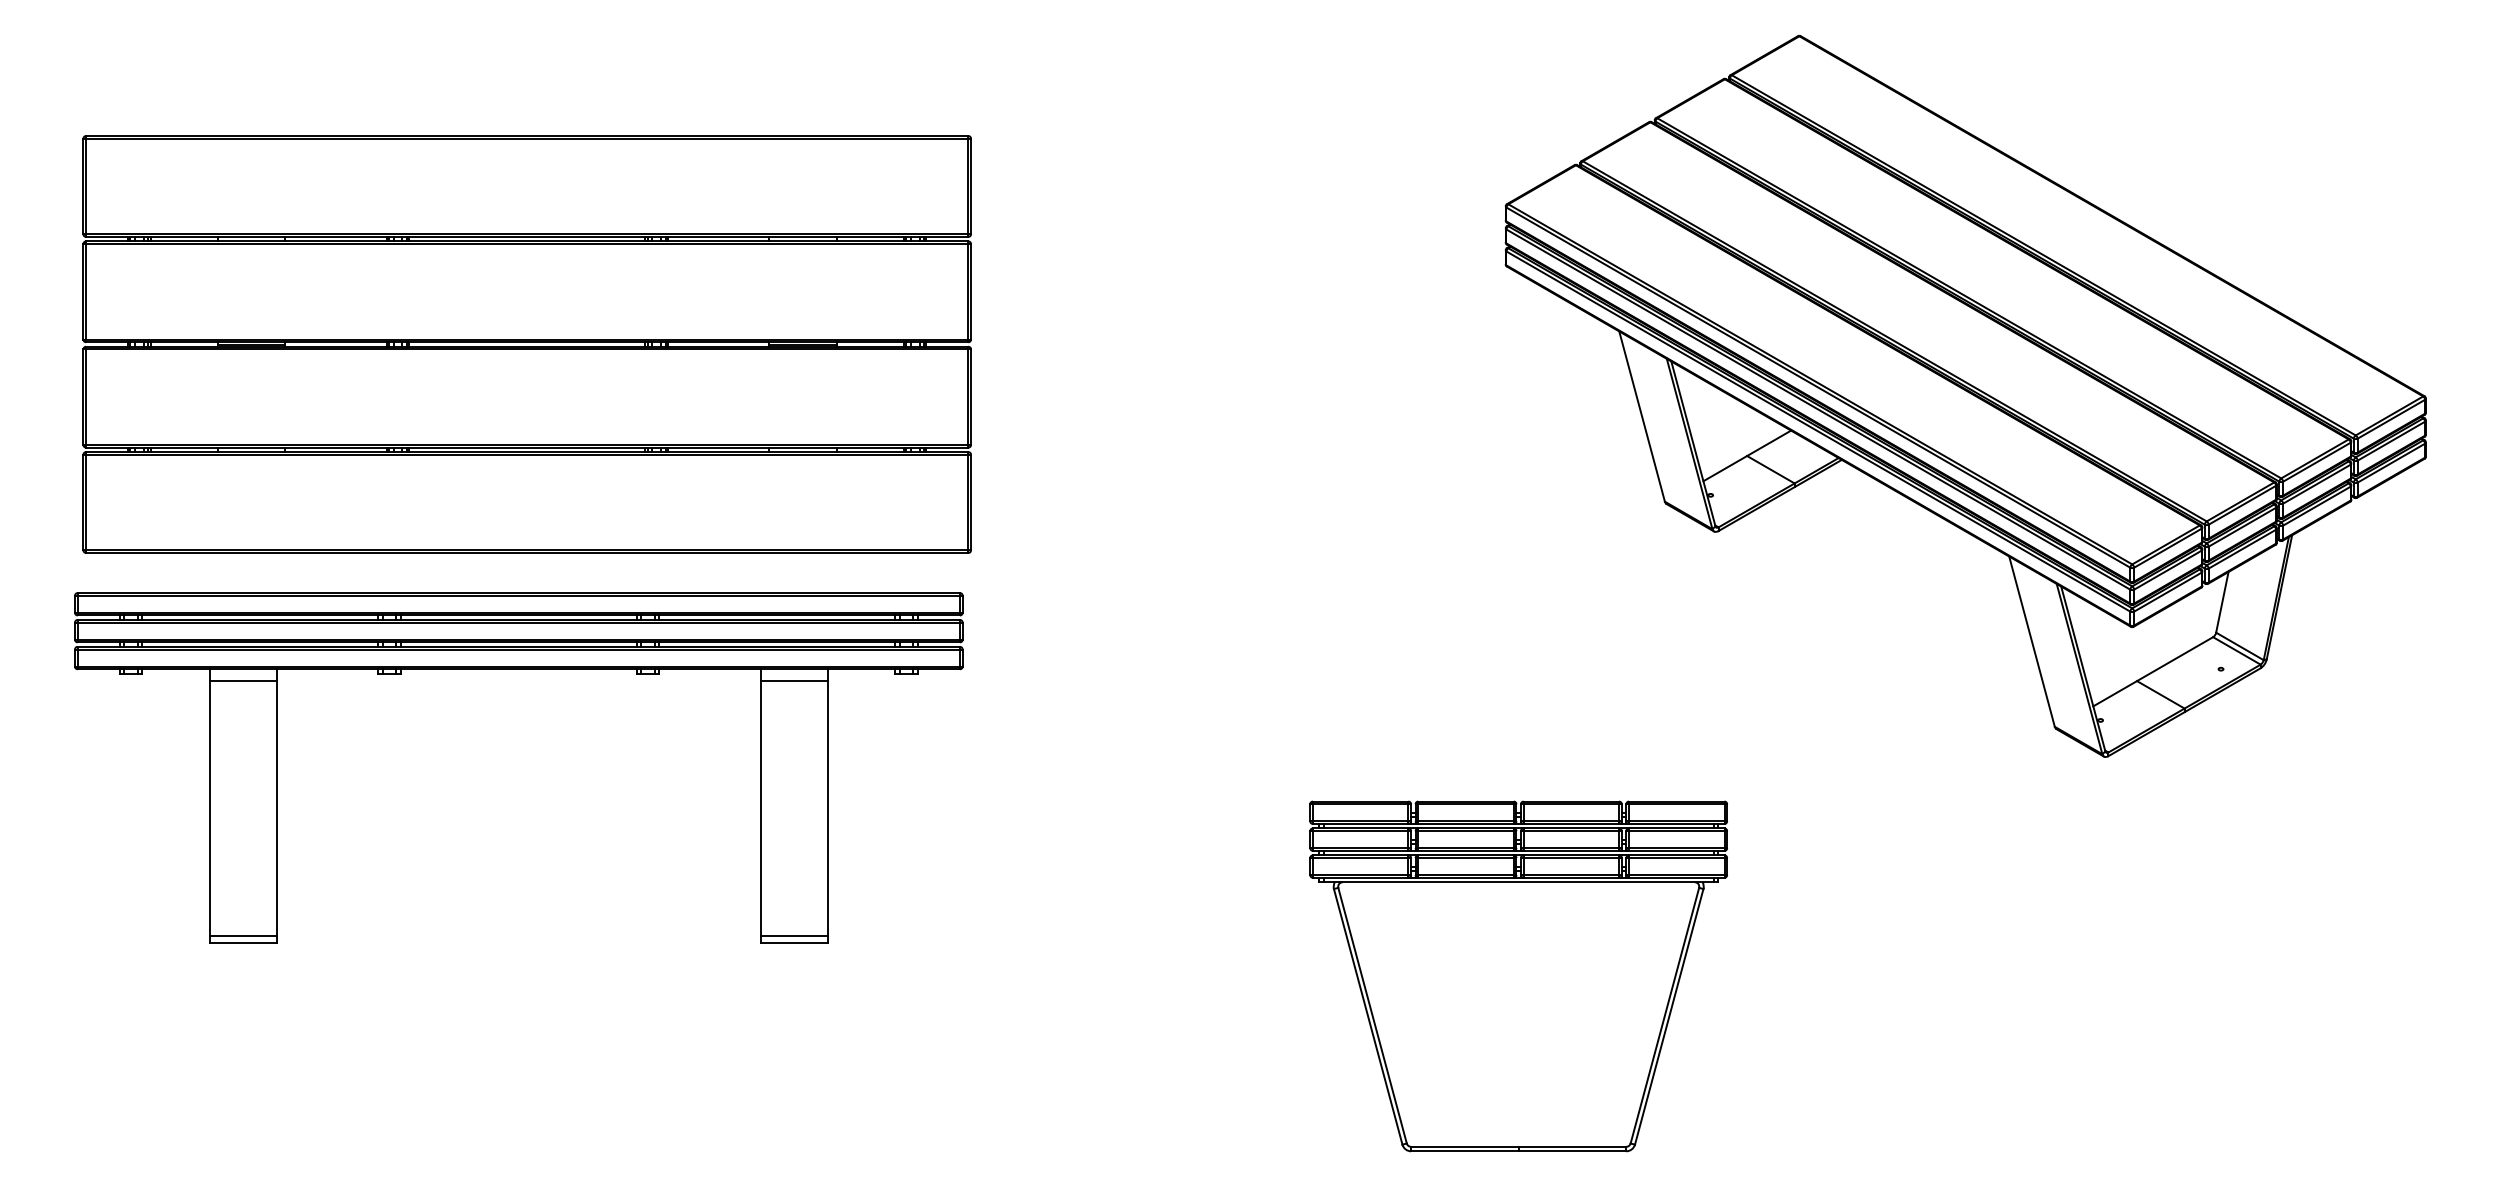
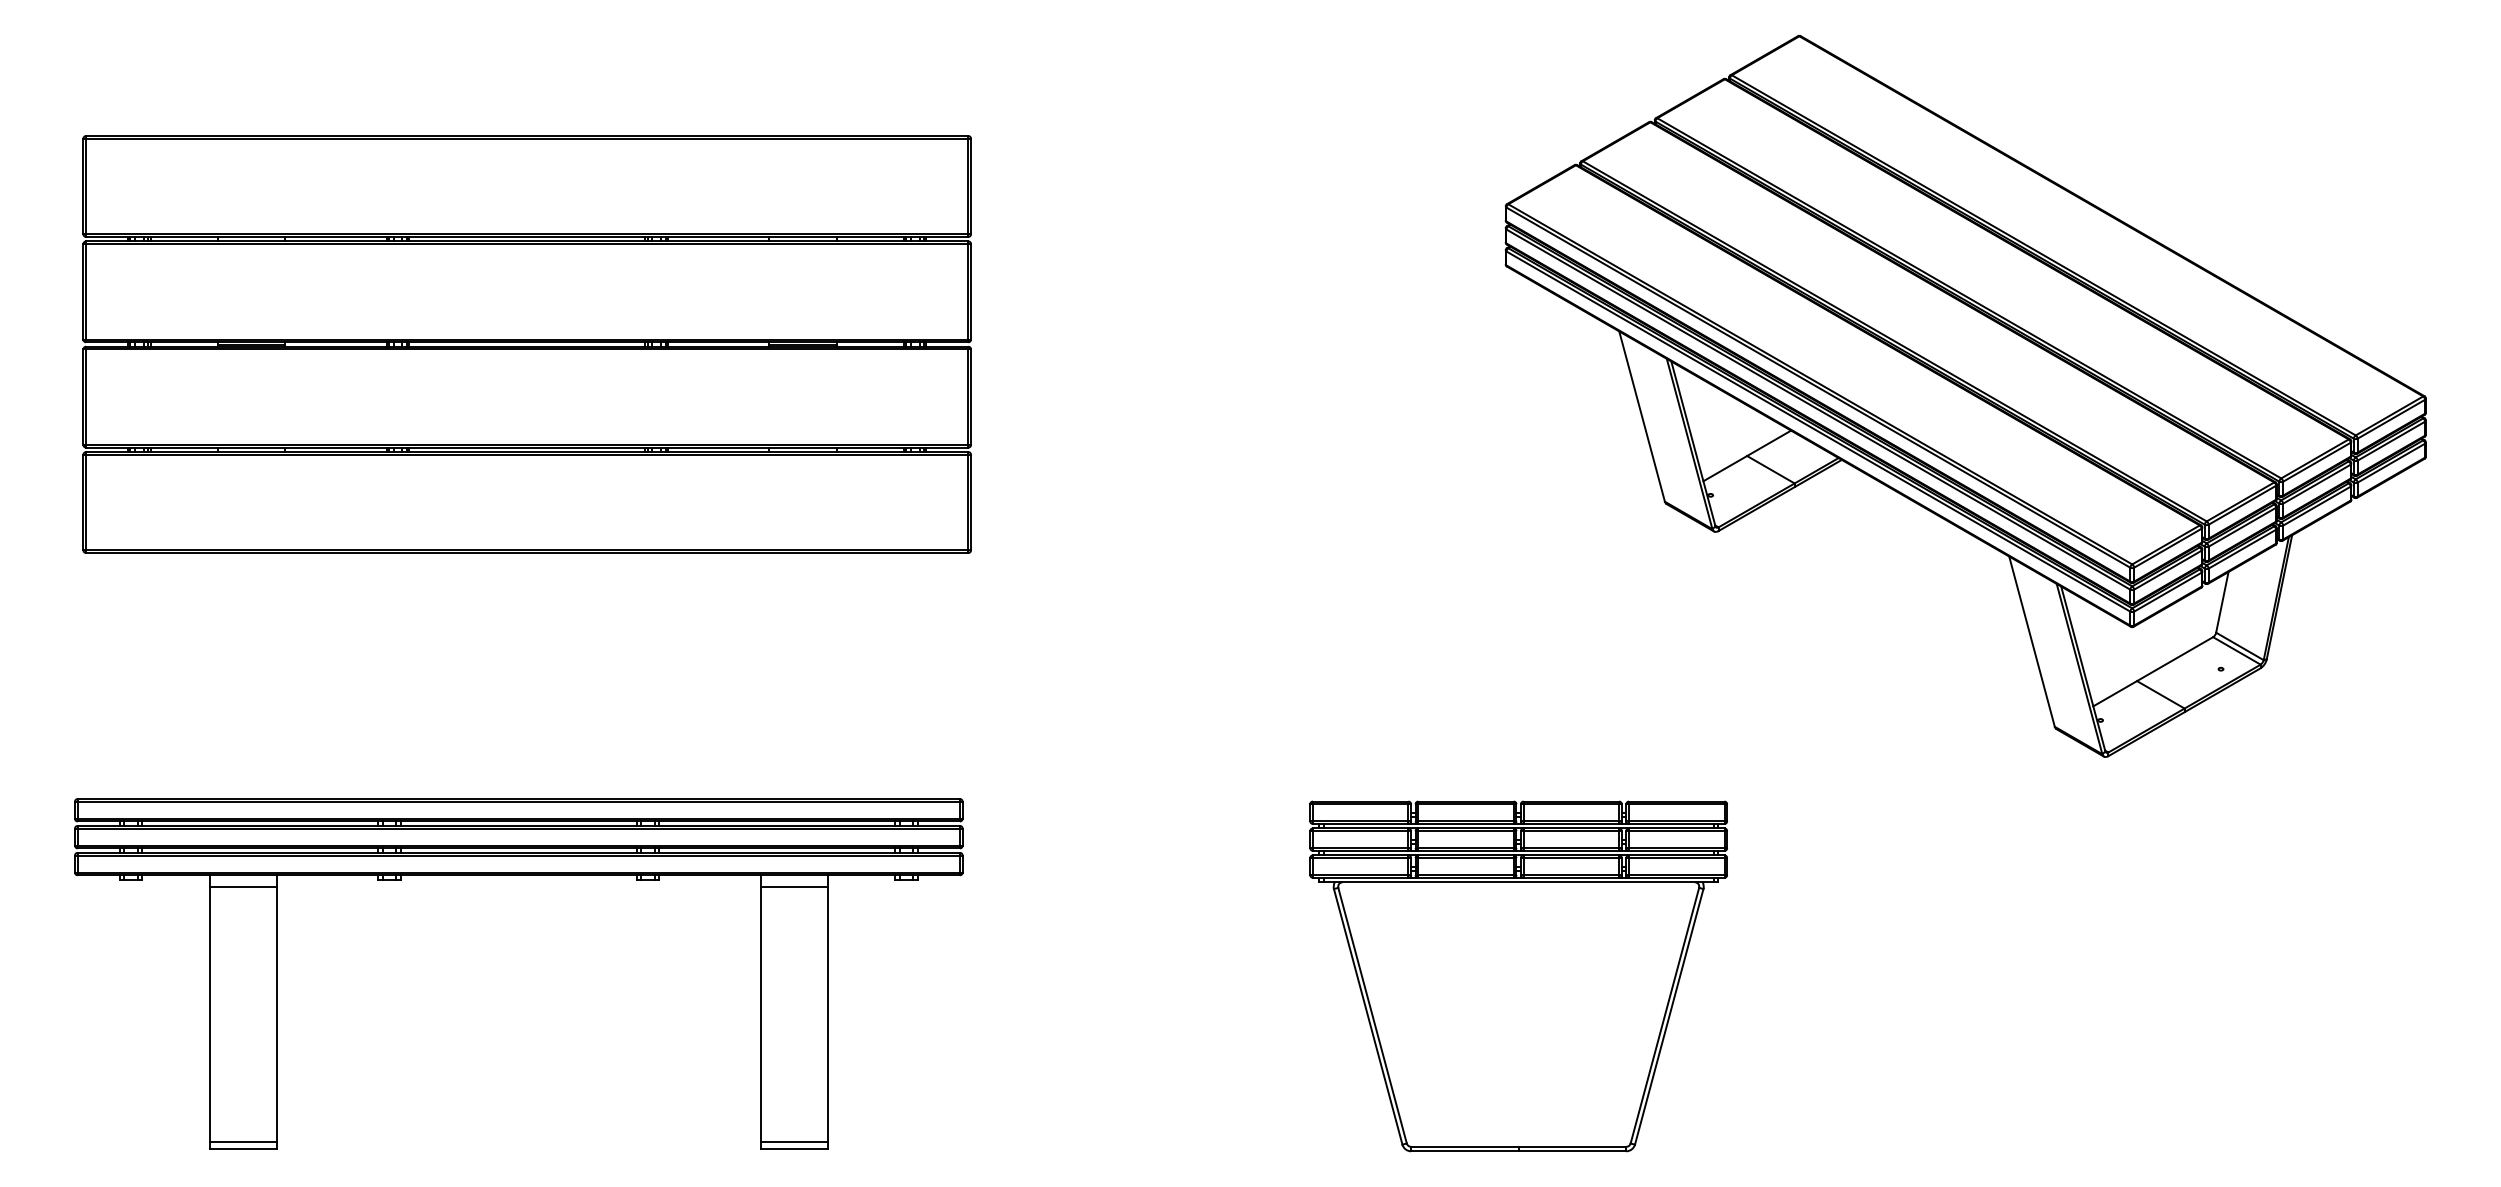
part at (518, 669) position: (518, 669) -> (518, 875)
